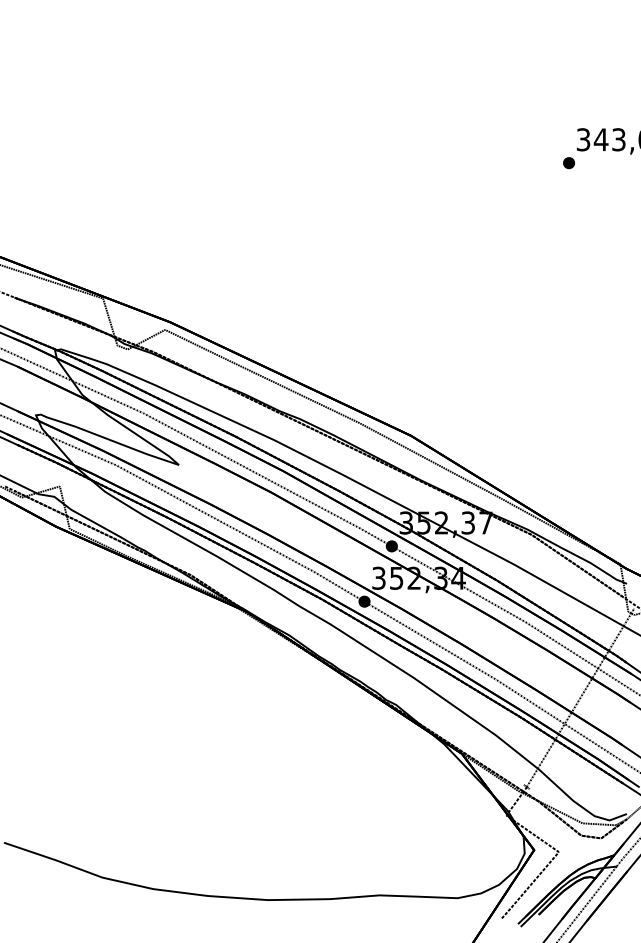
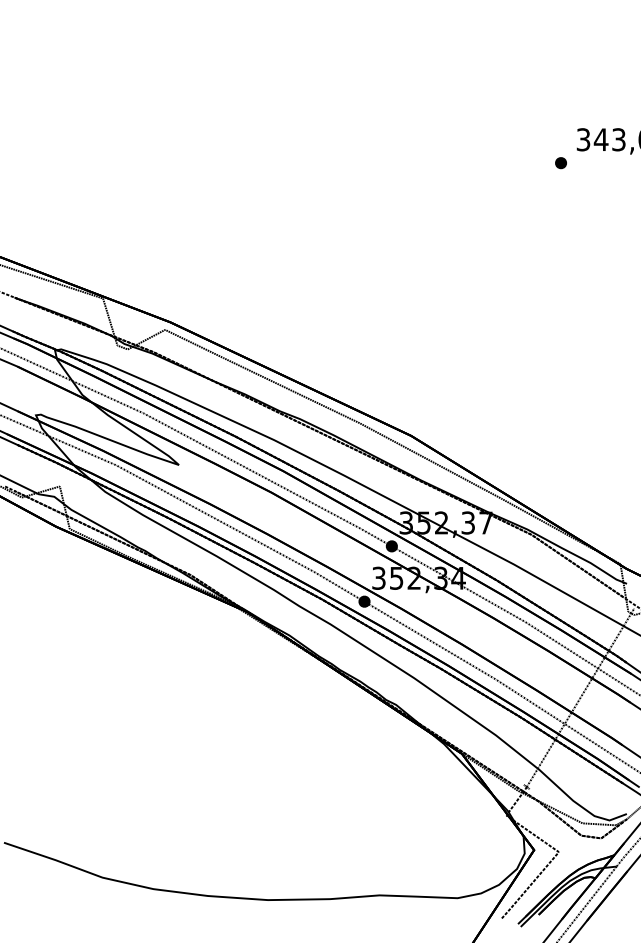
part at (568, 163) position: (568, 163) -> (560, 163)
